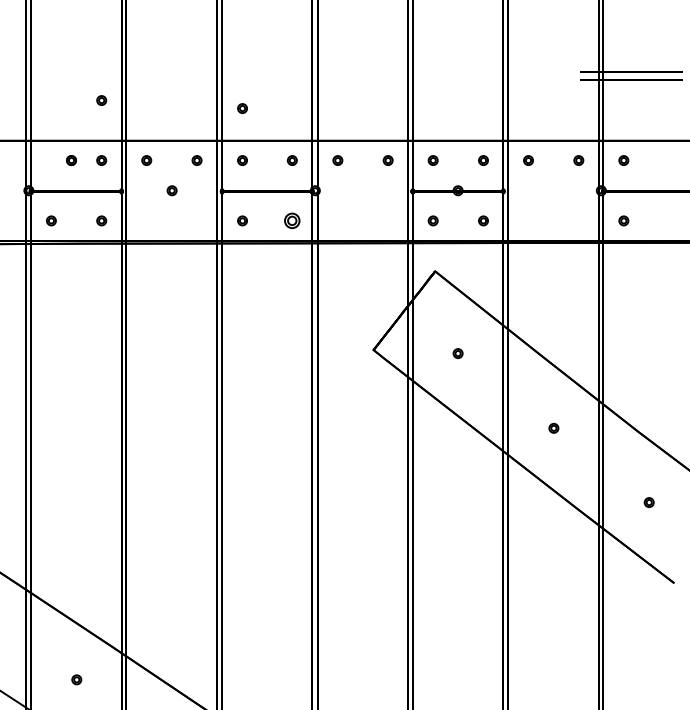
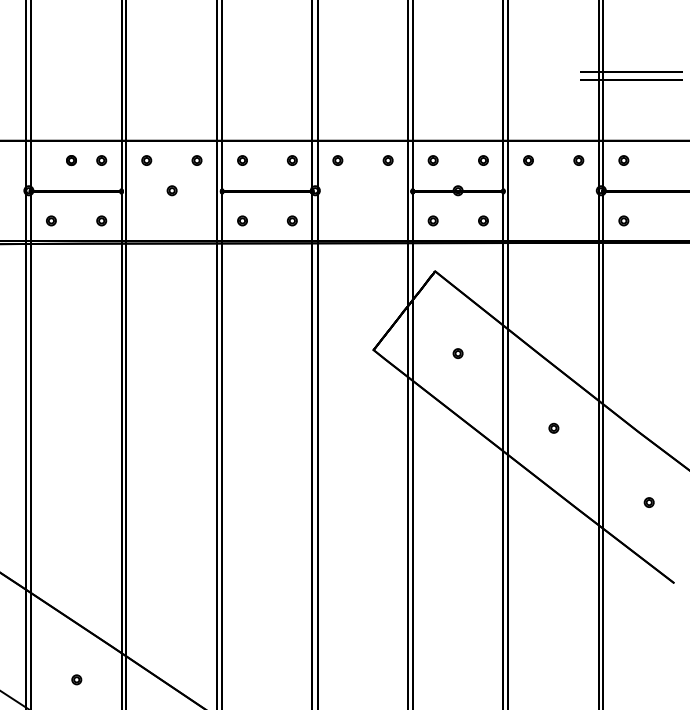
part at (101, 100): present -> none
part at (242, 108): present -> none
part at (292, 220) size: 17x17 px -> 11x12 px
